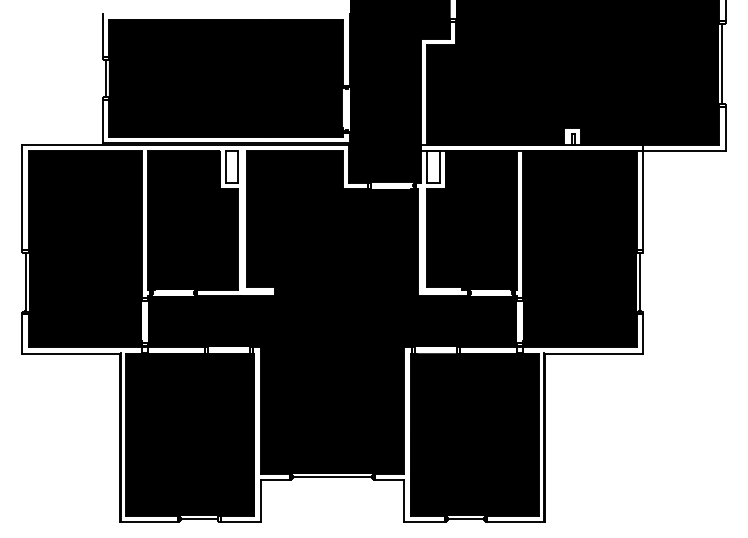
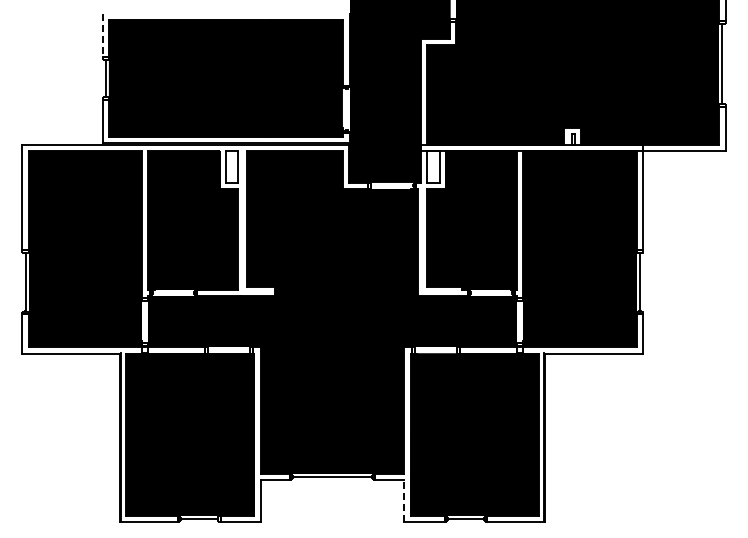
line at (102, 35): solid -> dashed
line at (404, 501): solid -> dashed
